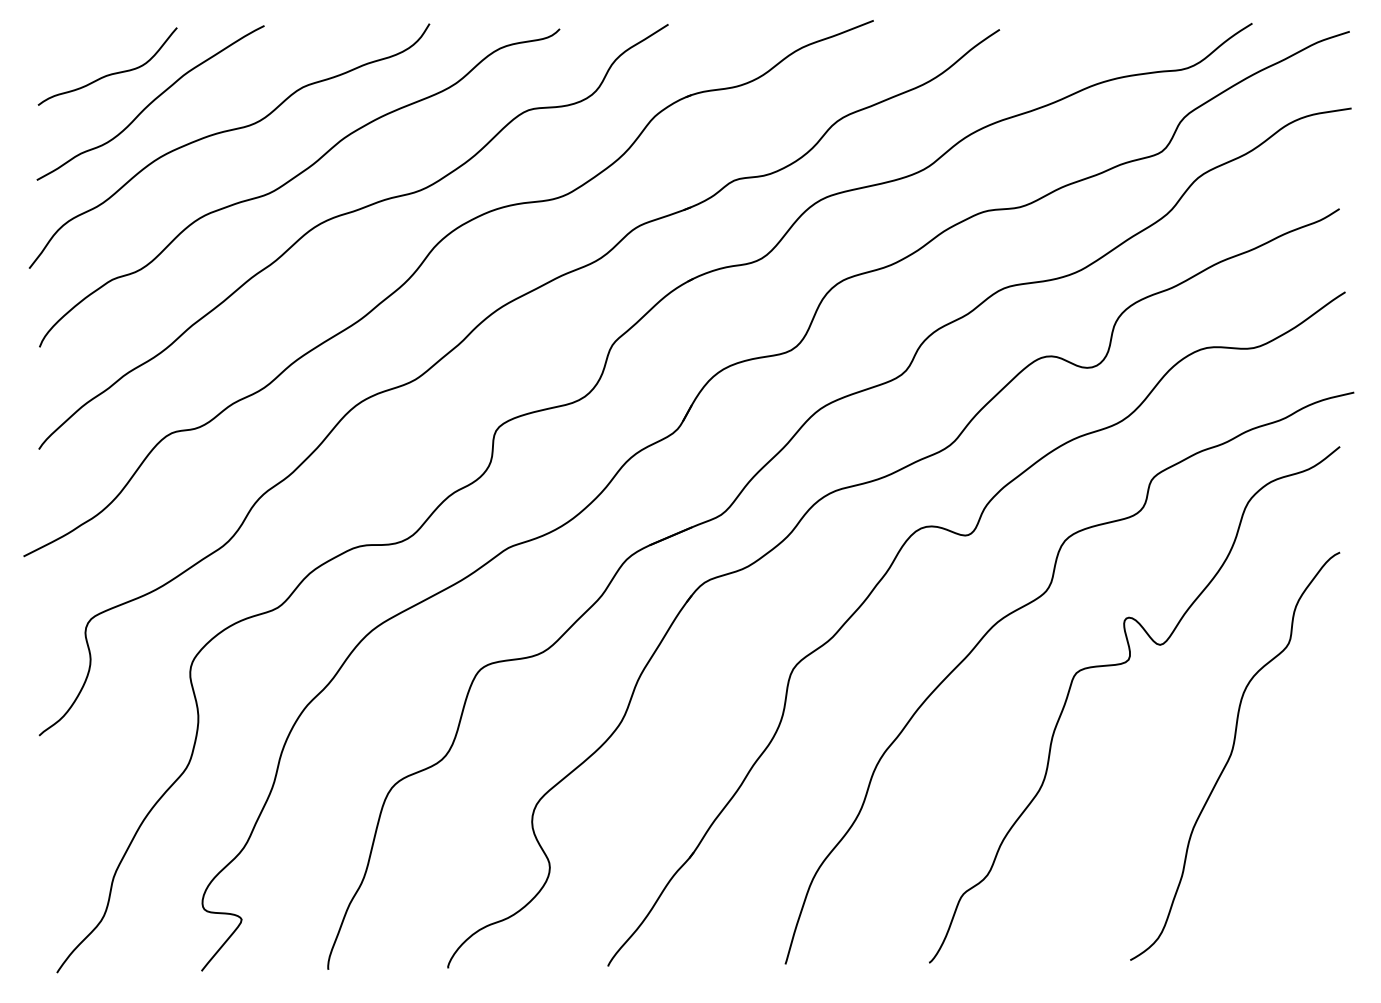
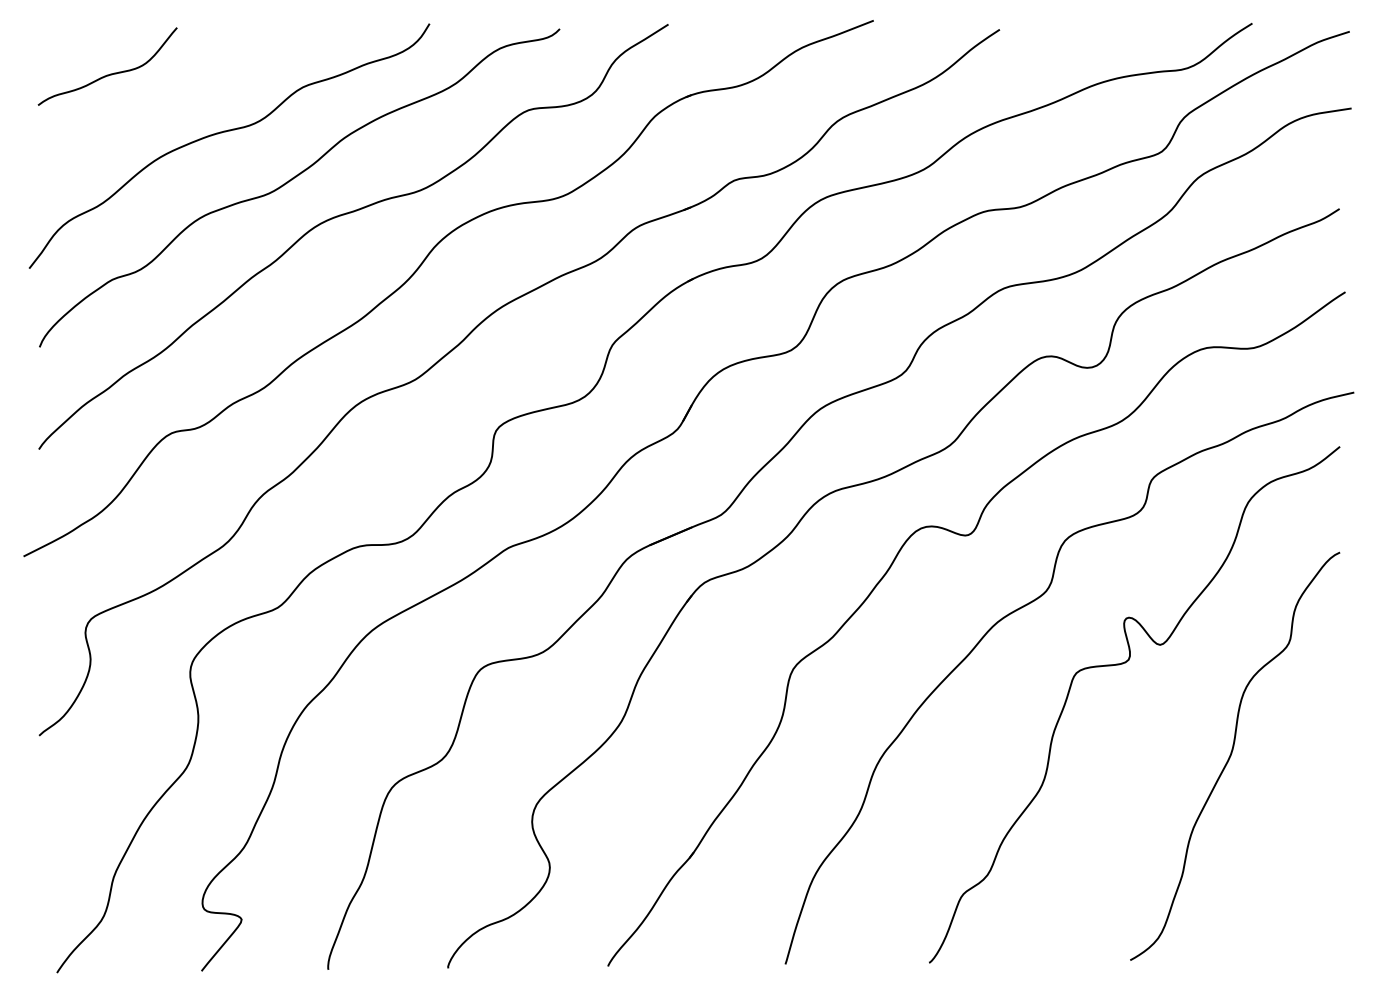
curve at (150, 102): present -> none
